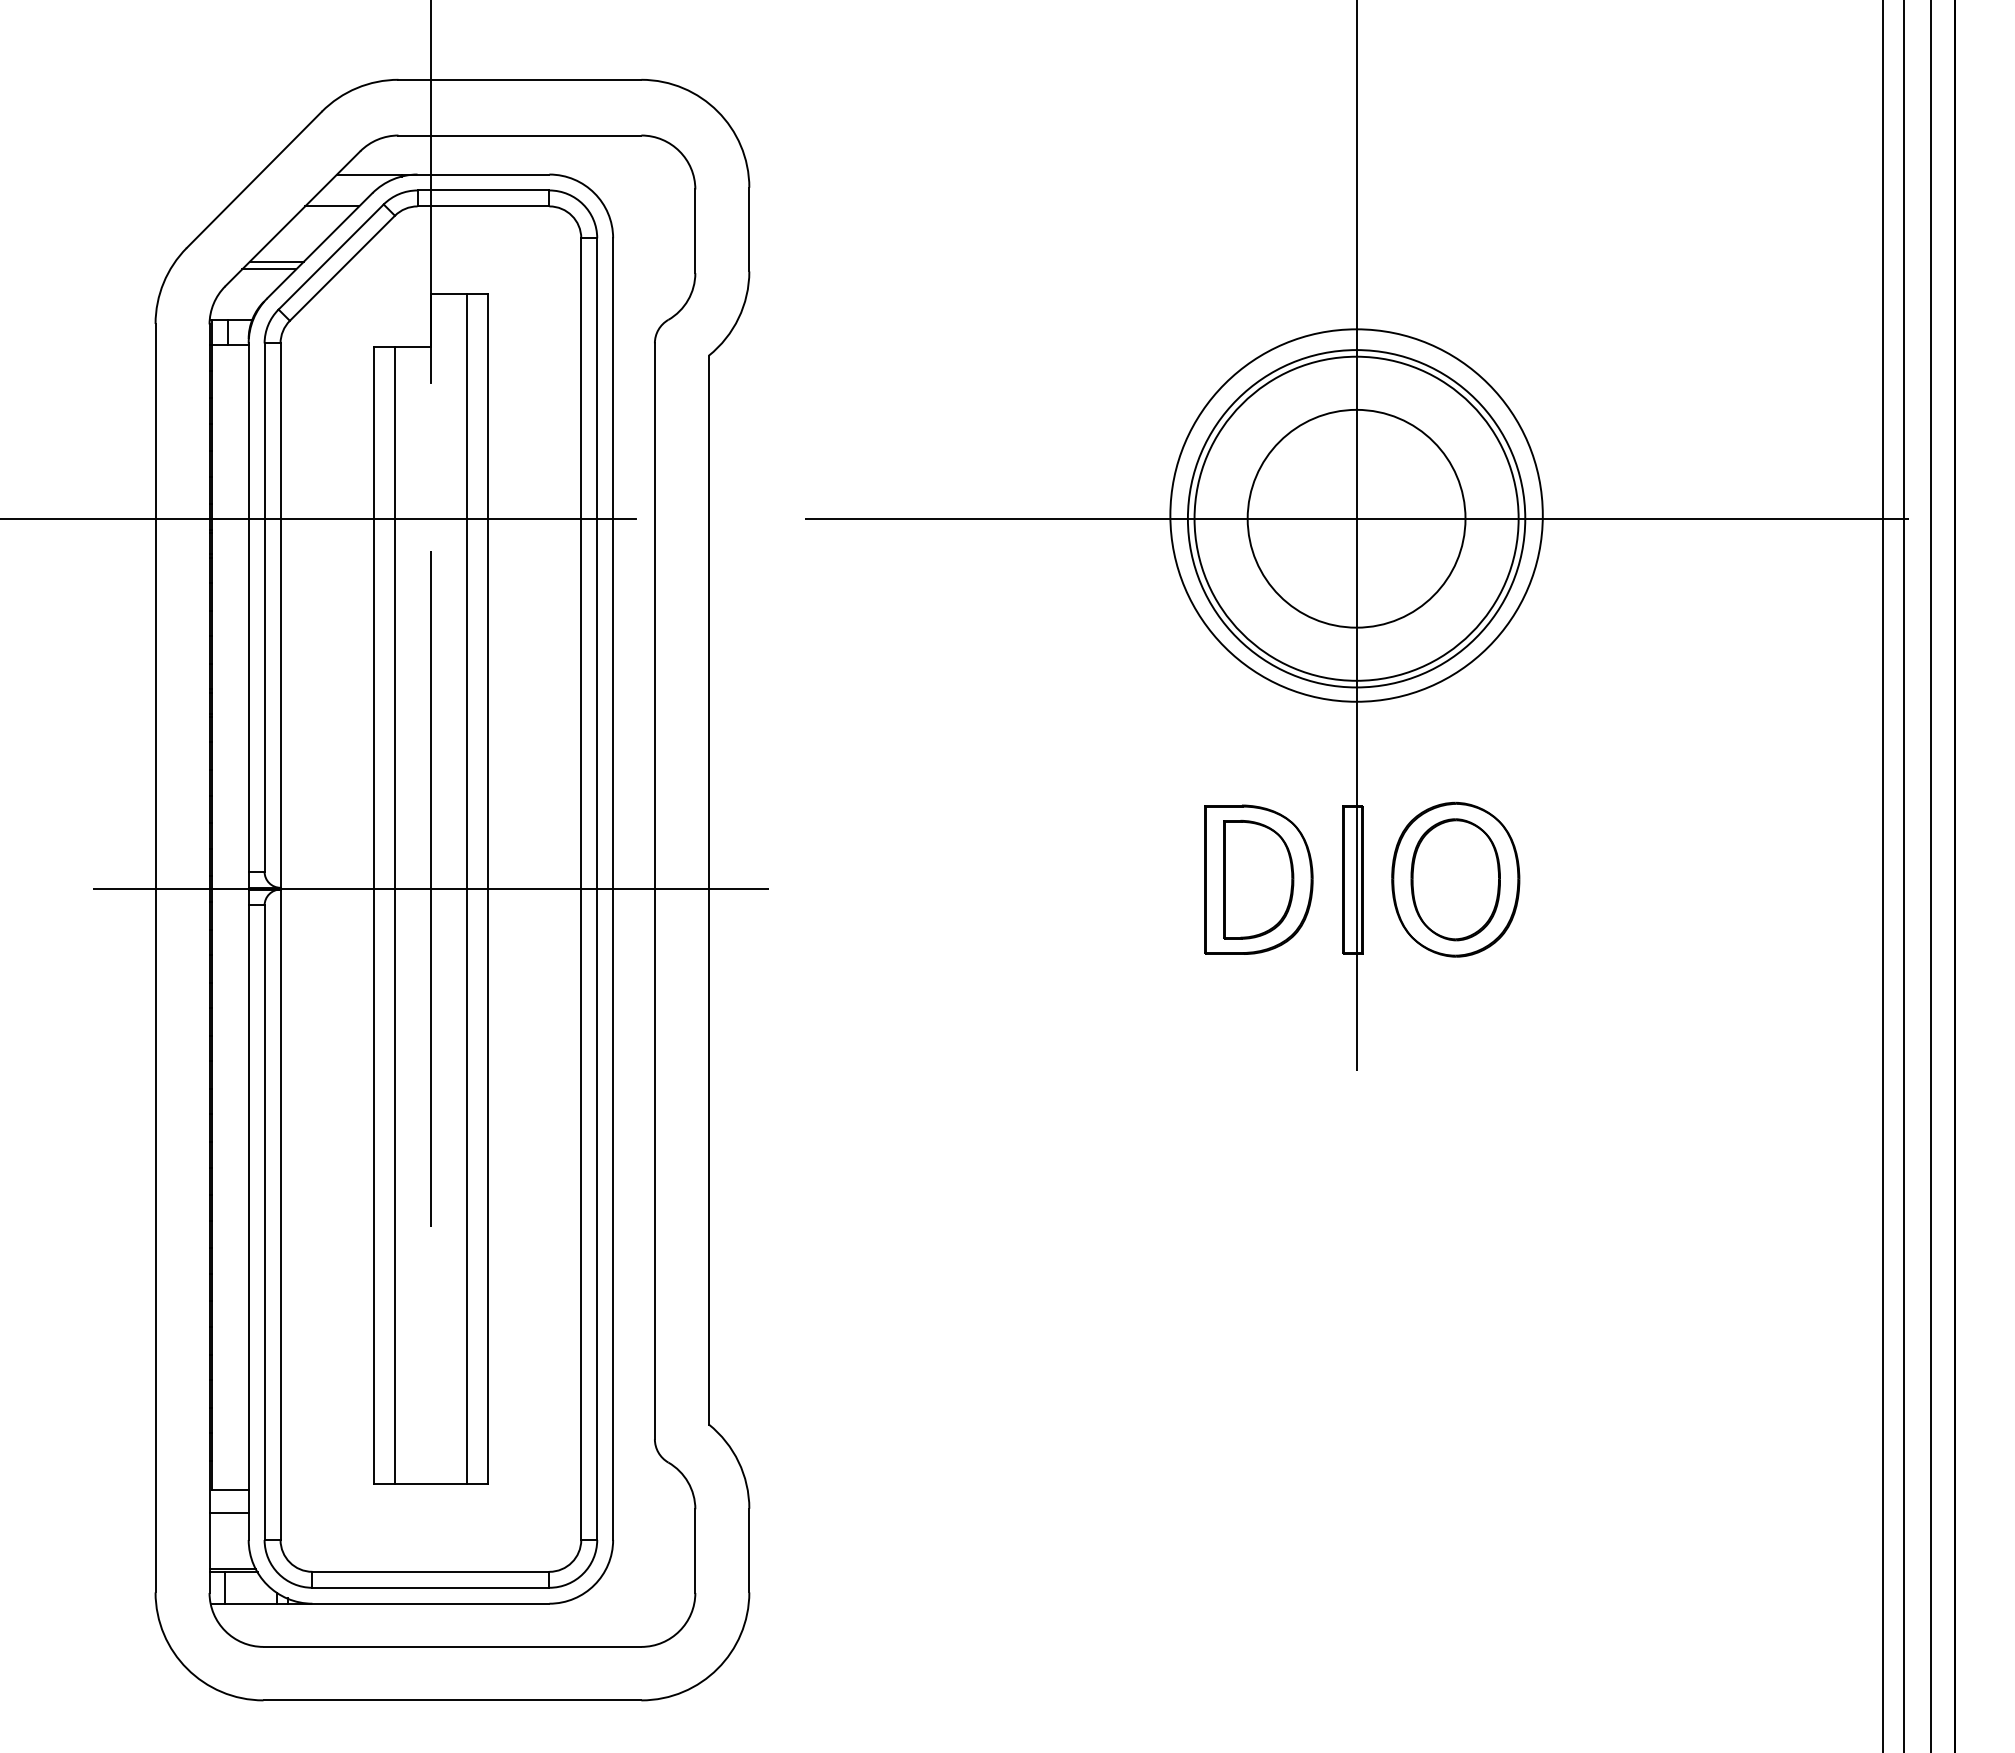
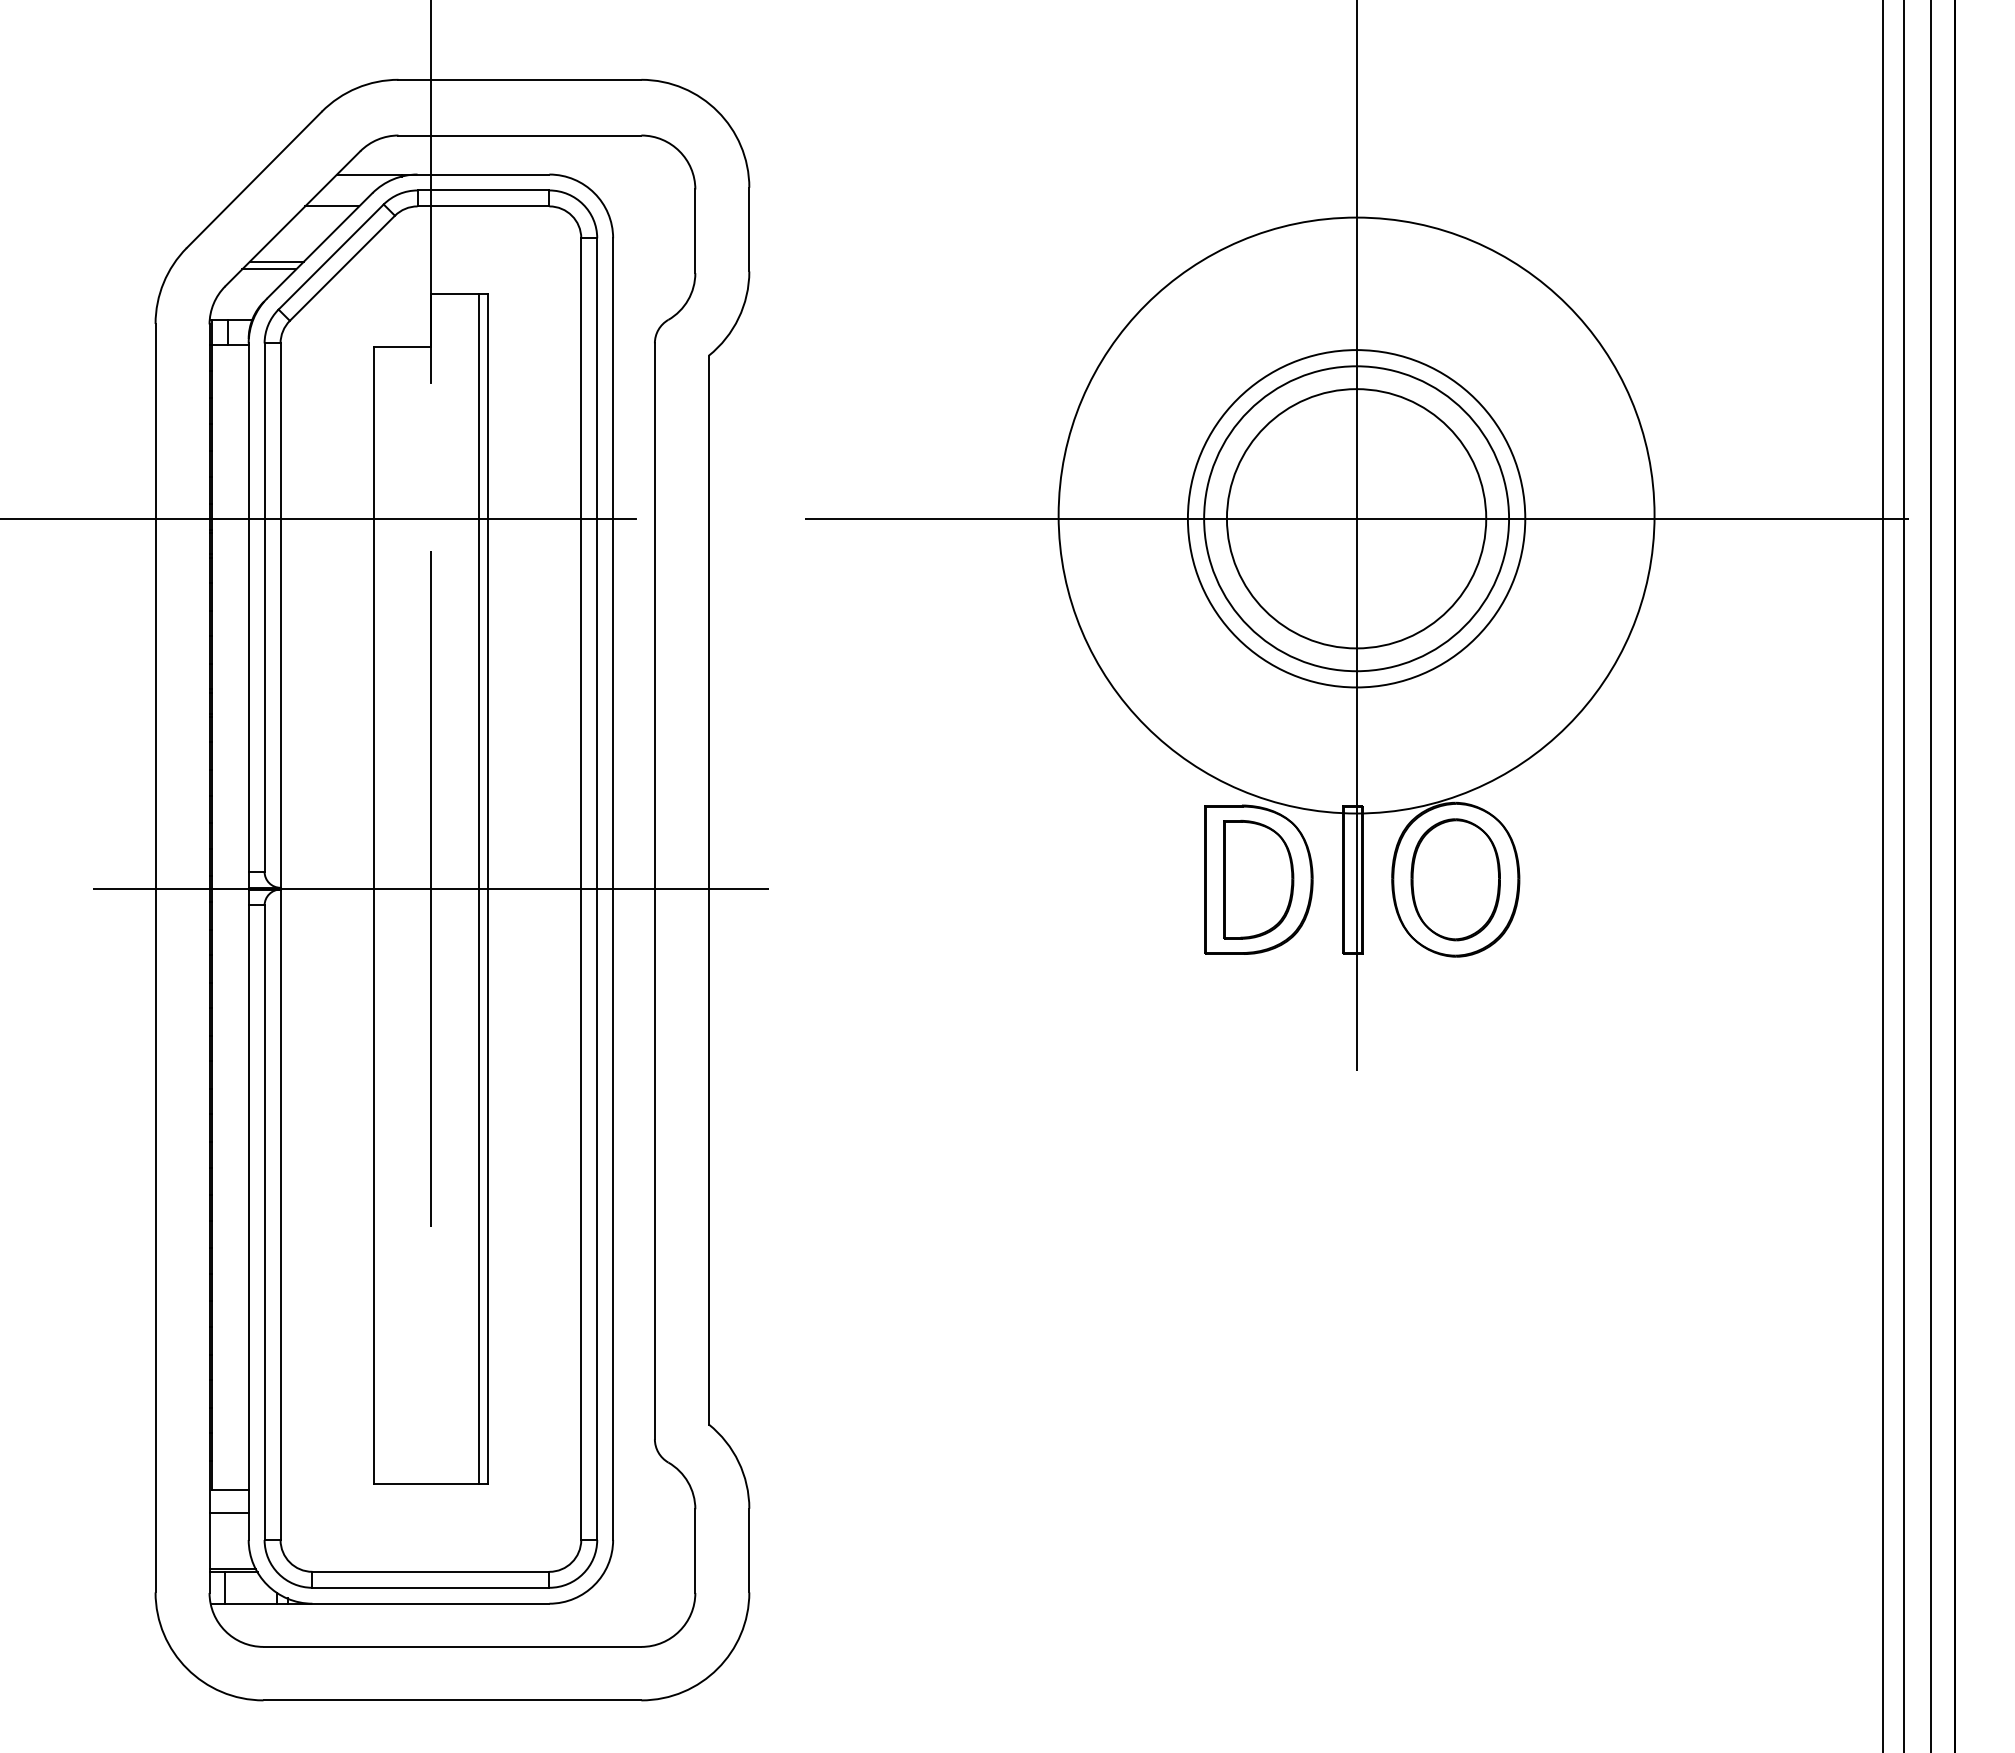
circle at (1356, 515) diameter: 372 px -> 596 px
circle at (1356, 518) diameter: 218 px -> 305 px
circle at (1356, 518) diameter: 324 px -> 259 px
line at (467, 889) position: (467, 889) -> (479, 889)
line at (394, 915): present -> none
